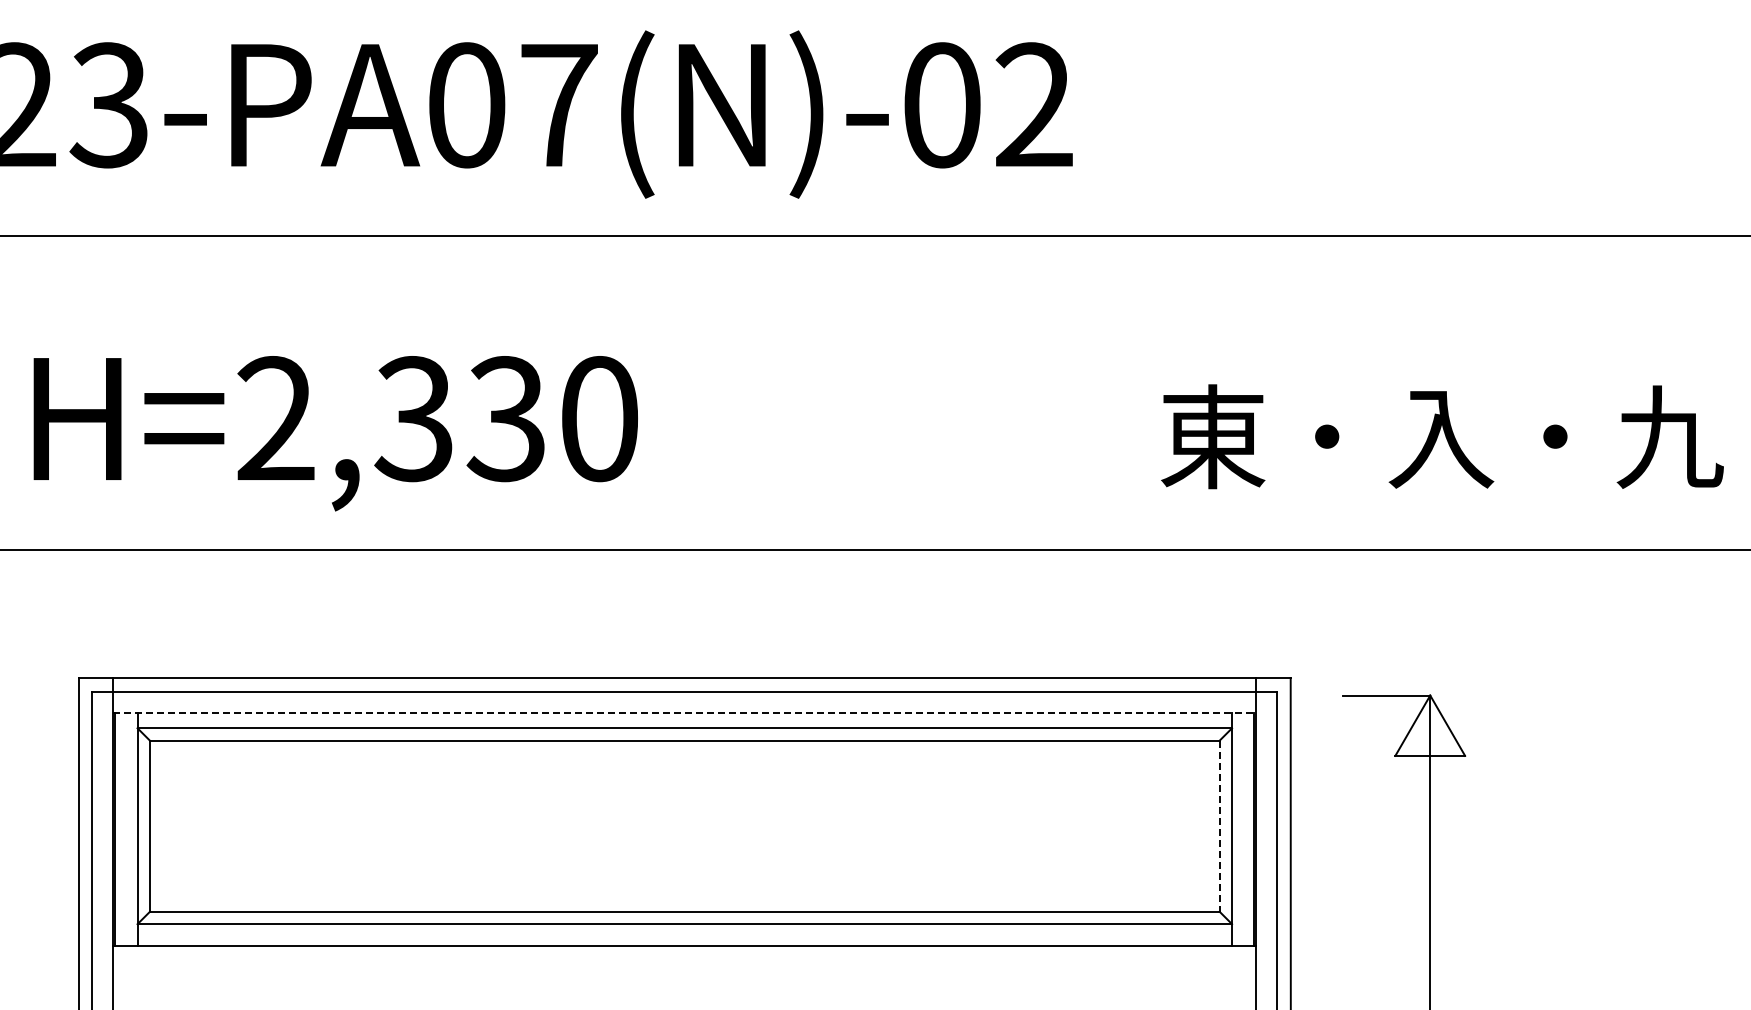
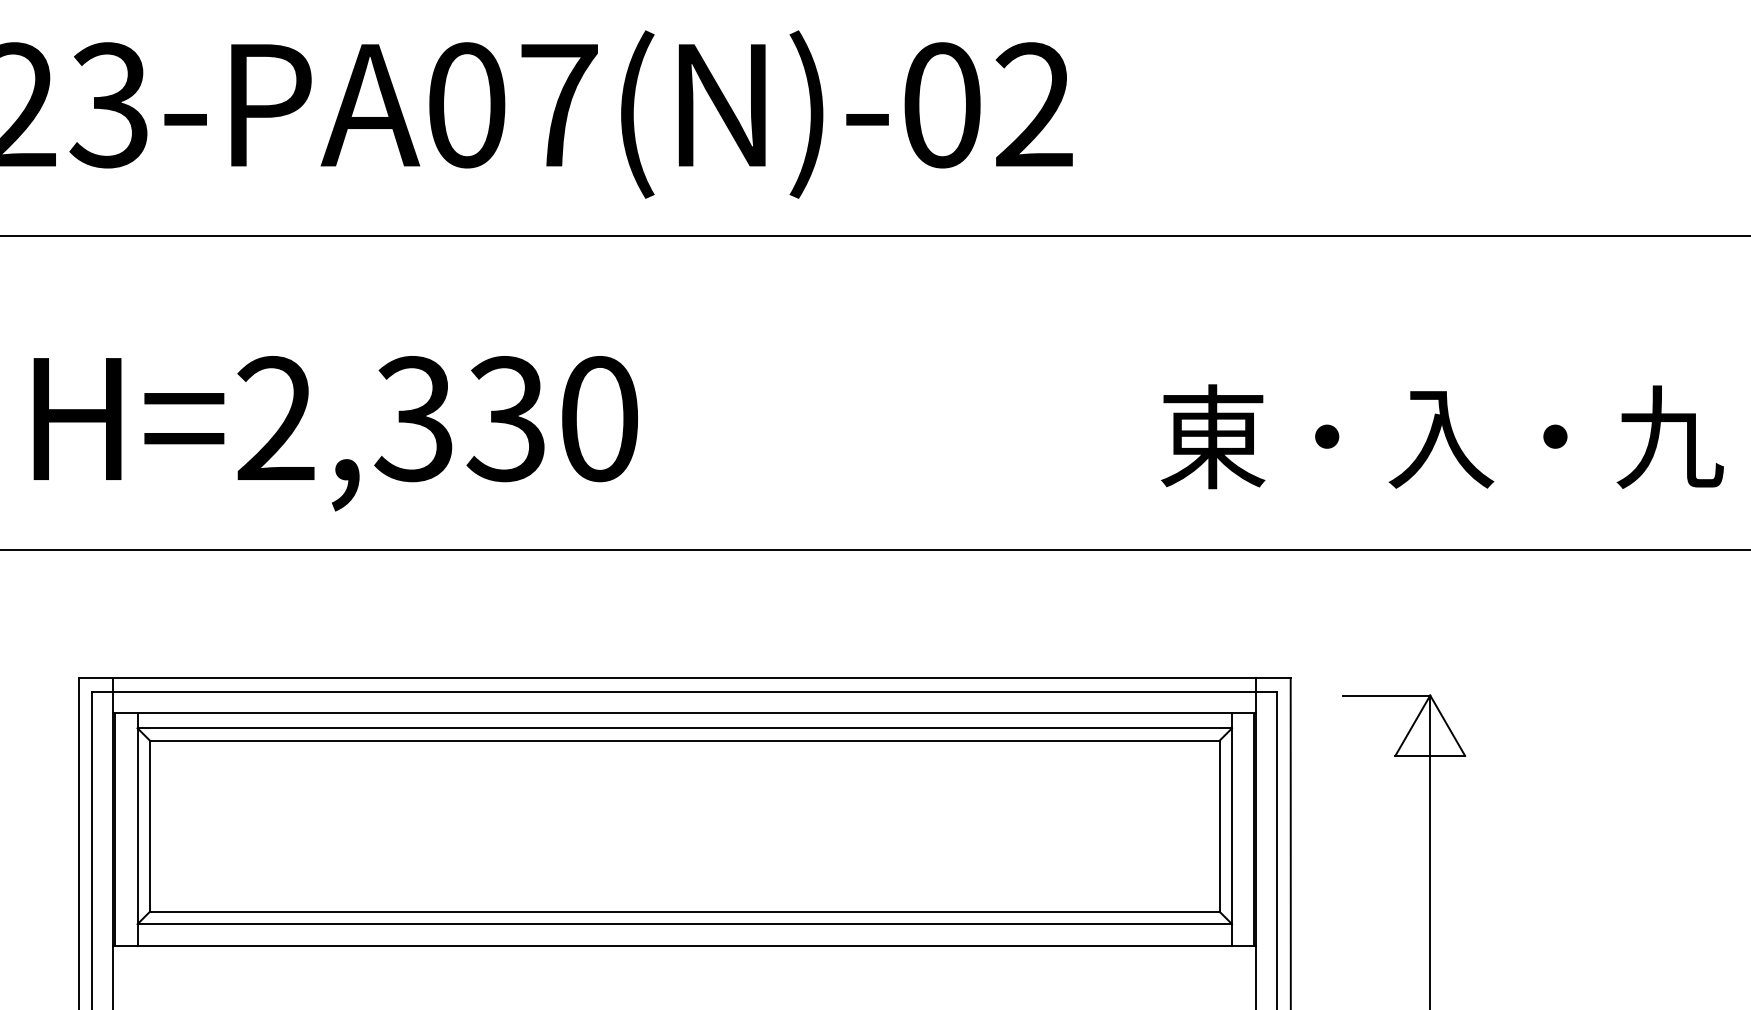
line at (684, 712): dashed -> solid
line at (1219, 826): dashed -> solid
